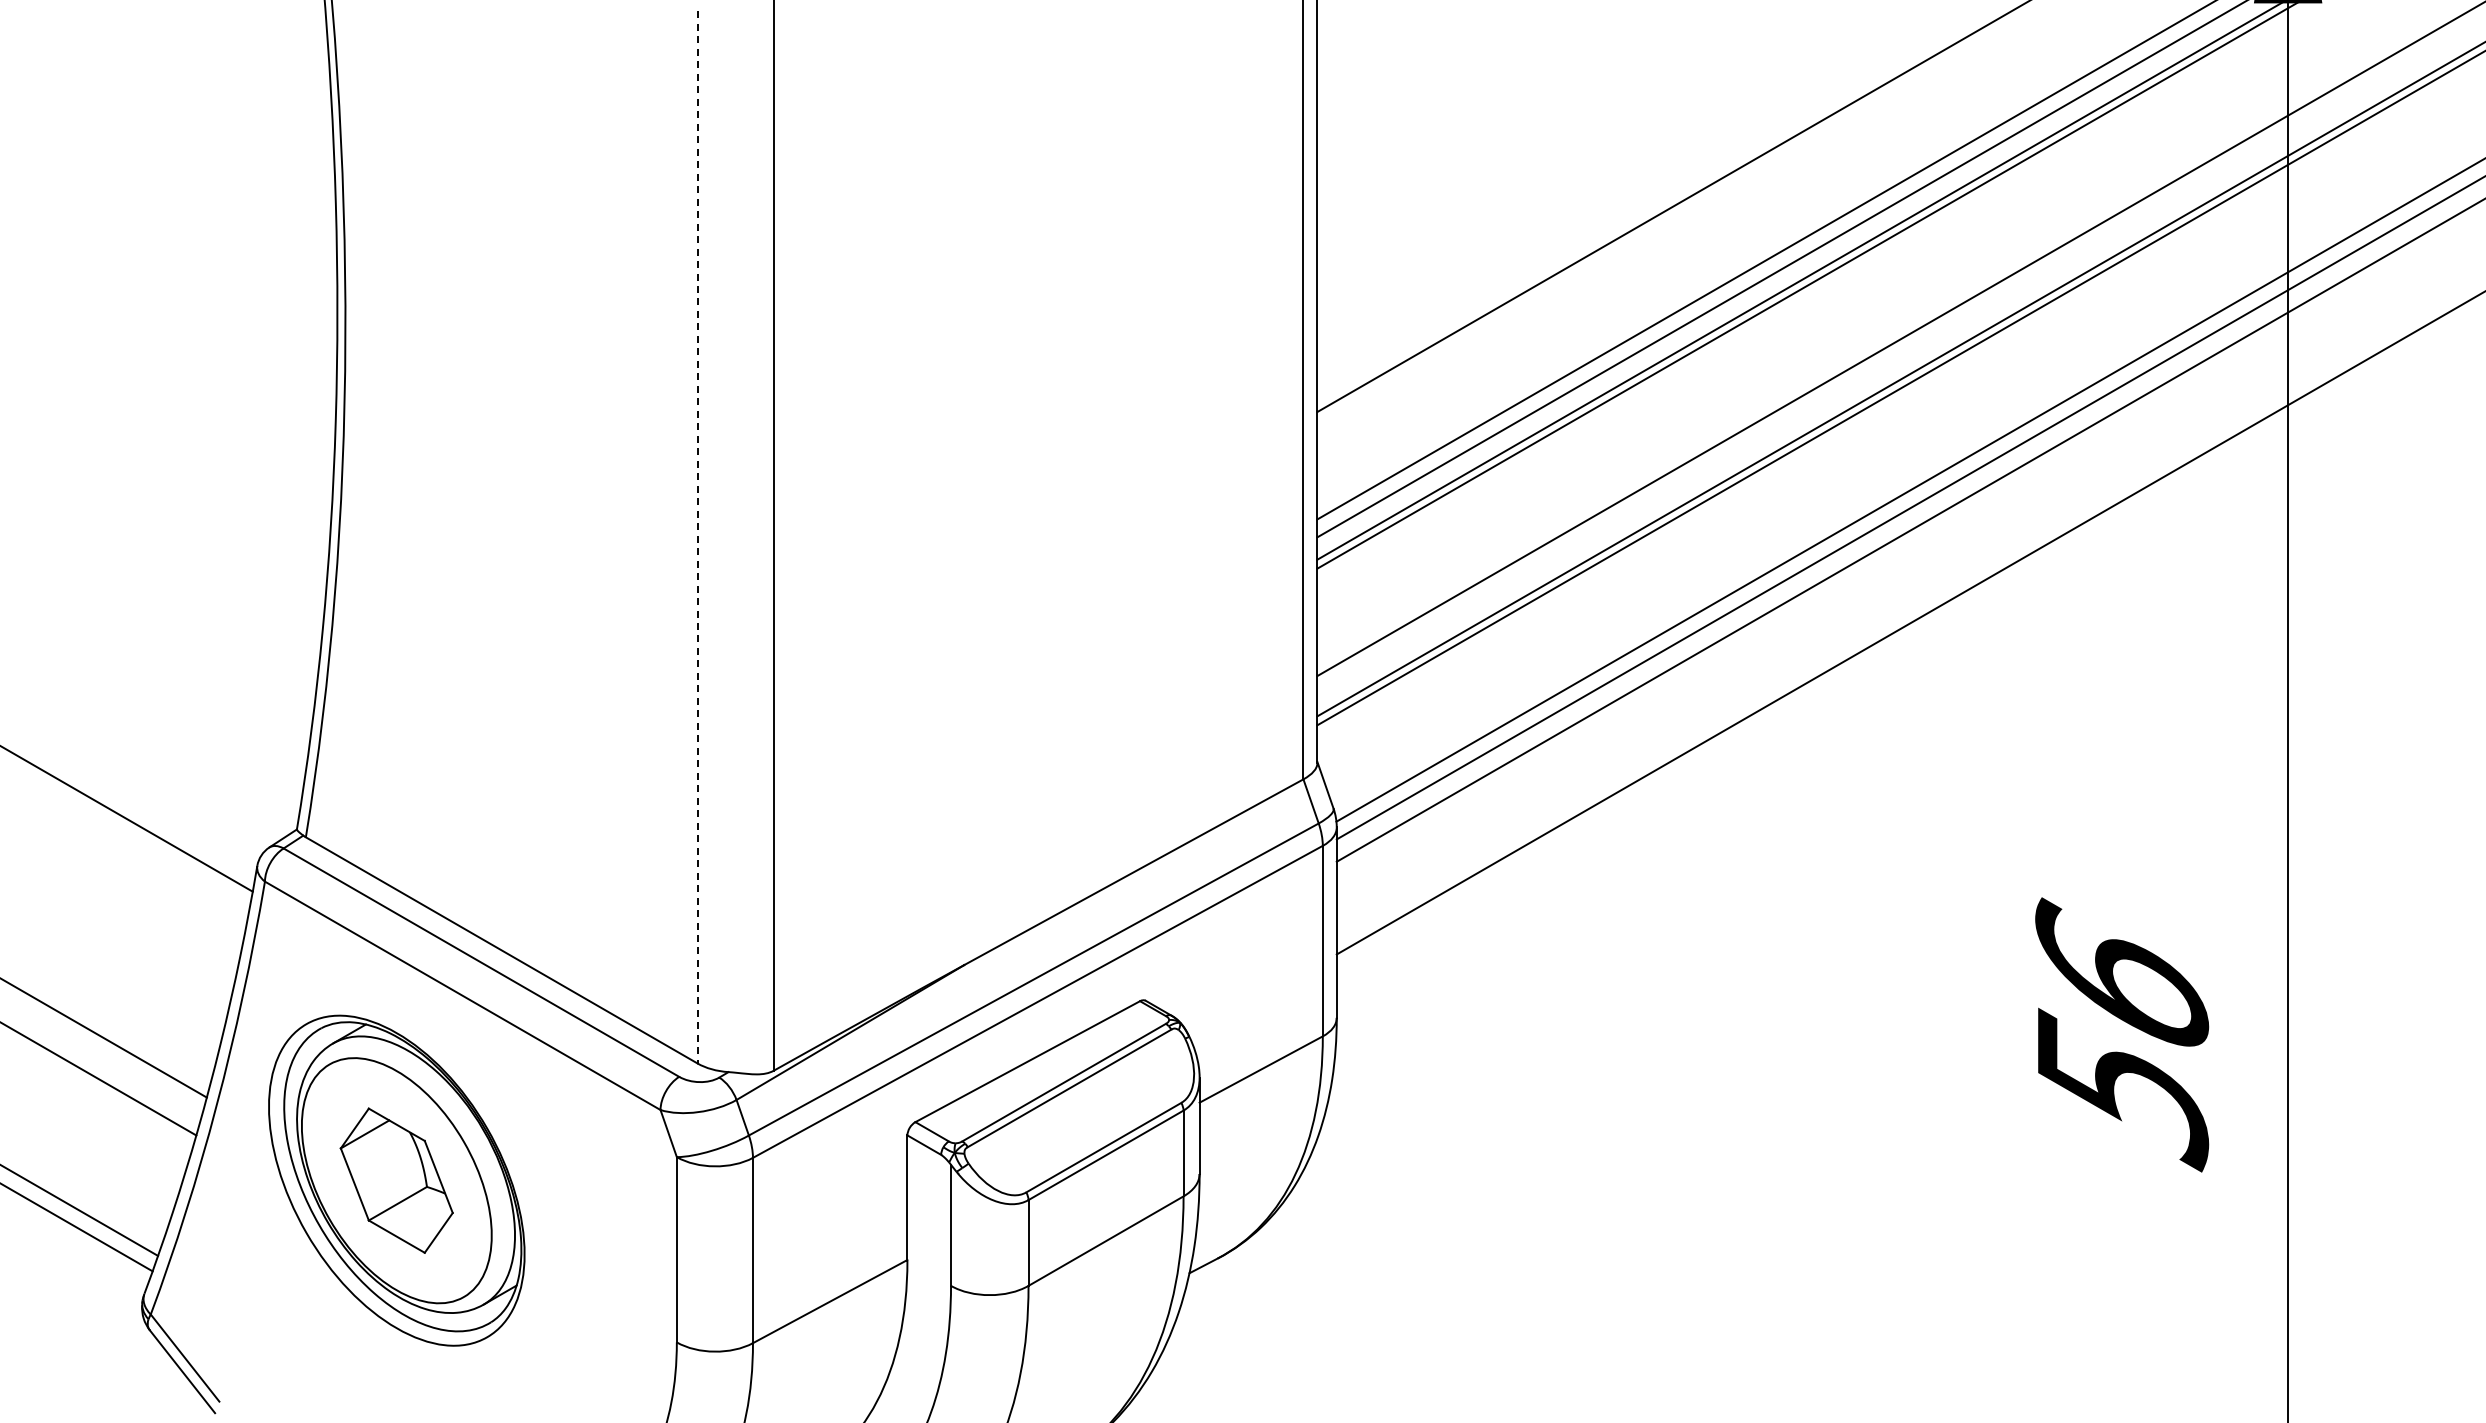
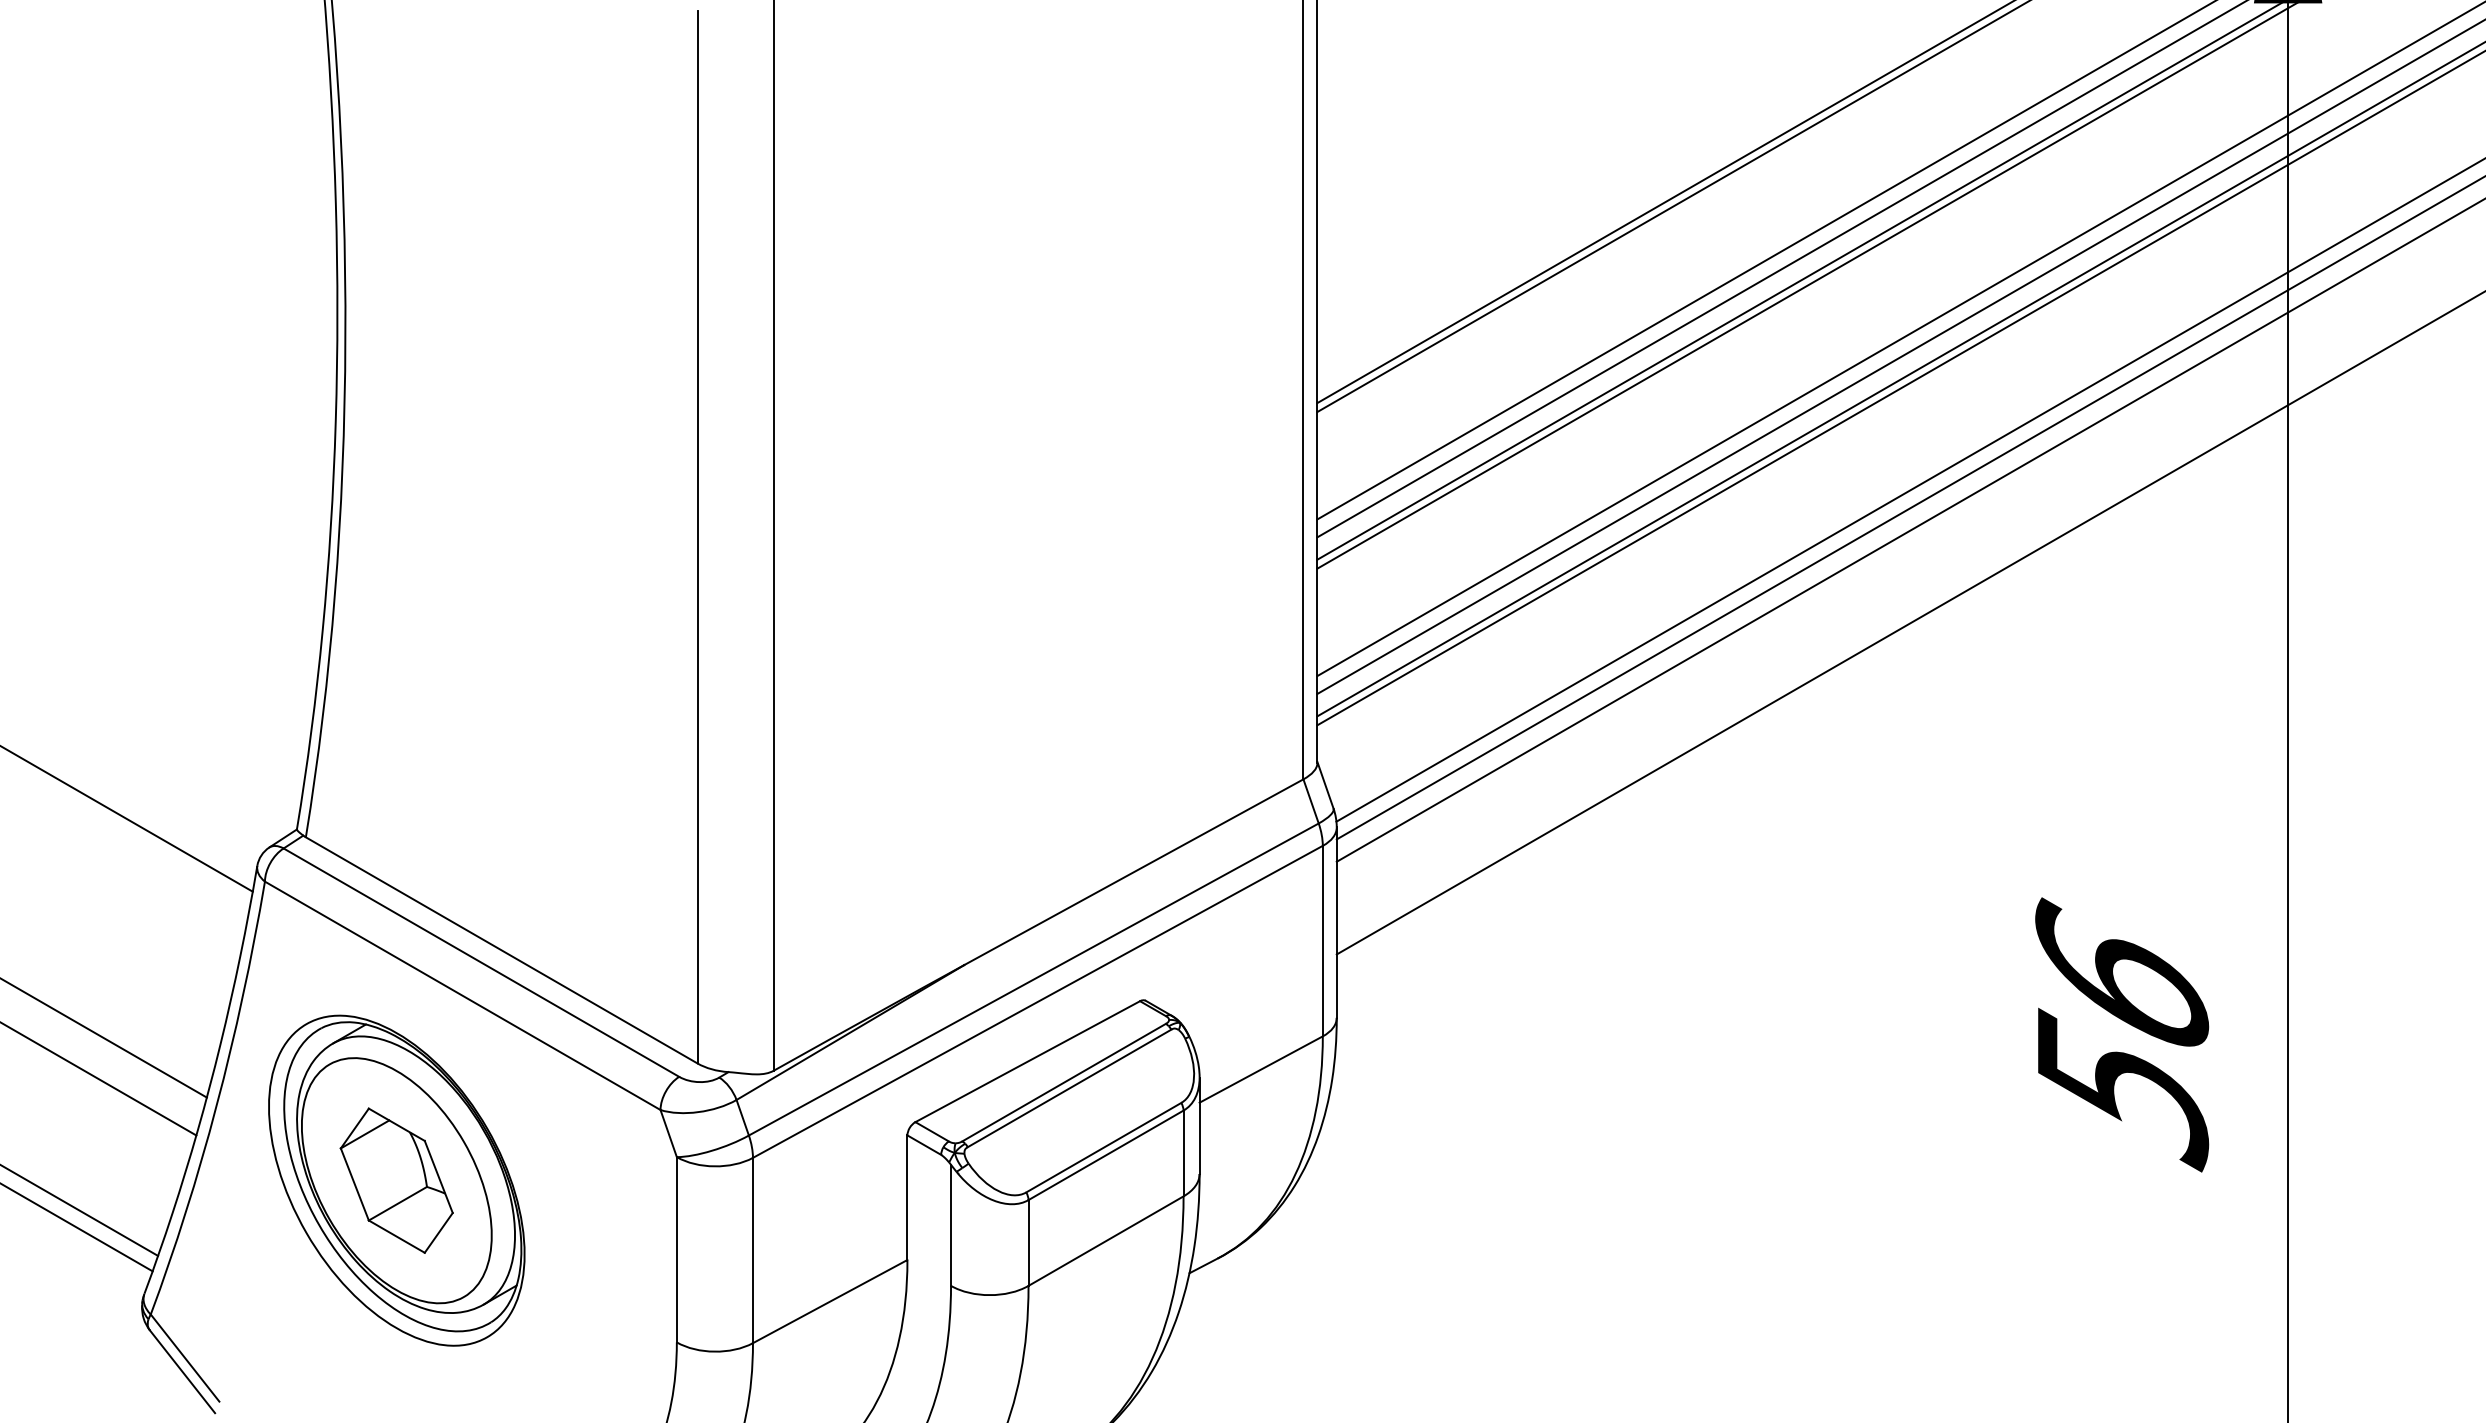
line at (1664, 202): none -> present
line at (1899, 357): none -> present
line at (697, 537): dashed -> solid
